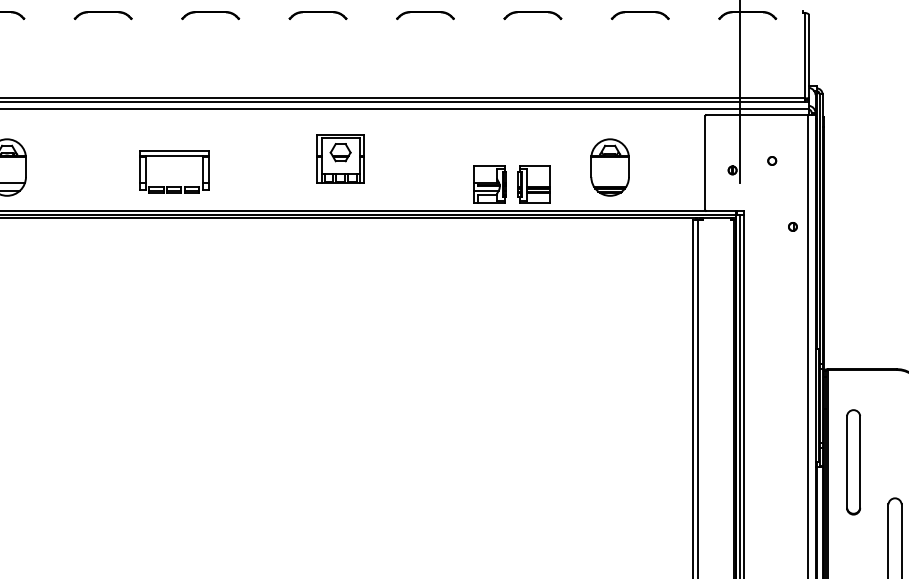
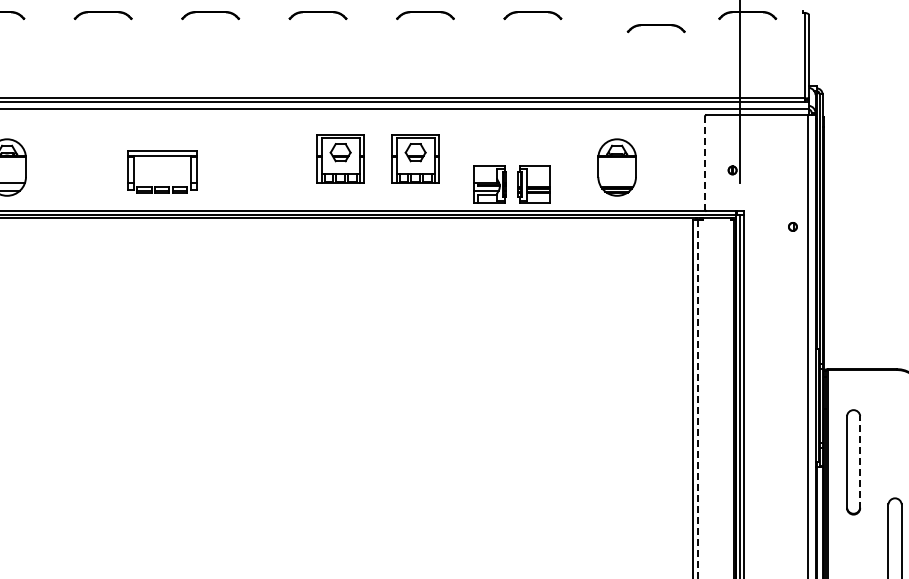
part at (639, 15) position: (639, 15) -> (655, 28)
part at (174, 156) position: (174, 156) -> (162, 156)
part at (415, 158): none -> present
part at (772, 160): present -> none
line at (705, 163): solid -> dashed
part at (609, 167) position: (609, 167) -> (616, 167)
line at (697, 399): solid -> dashed
line at (860, 461): solid -> dashed
